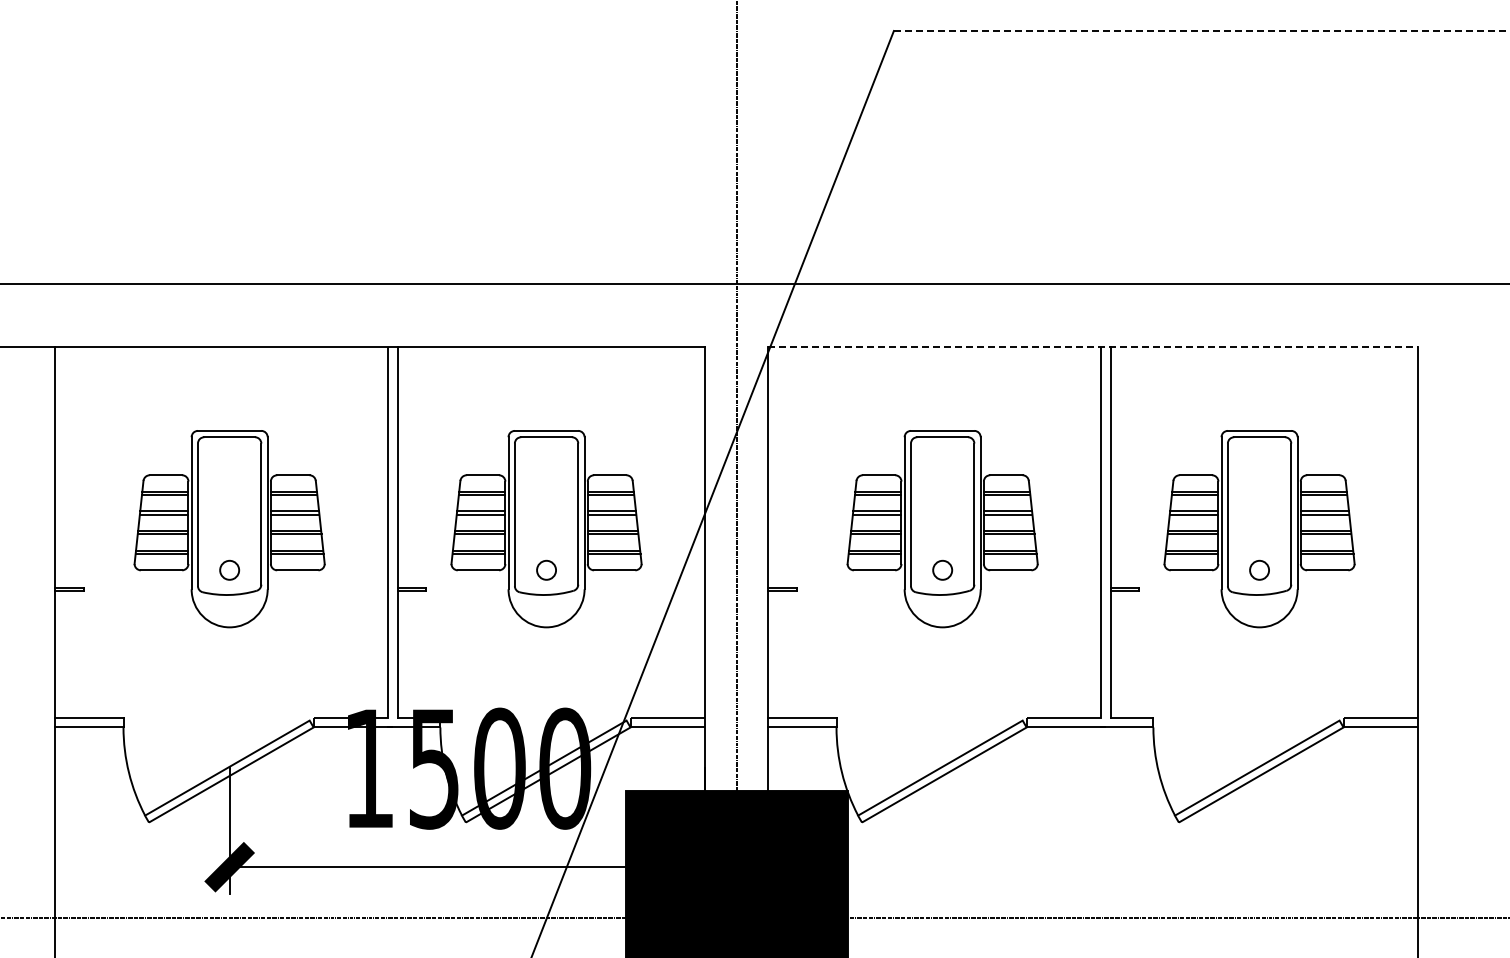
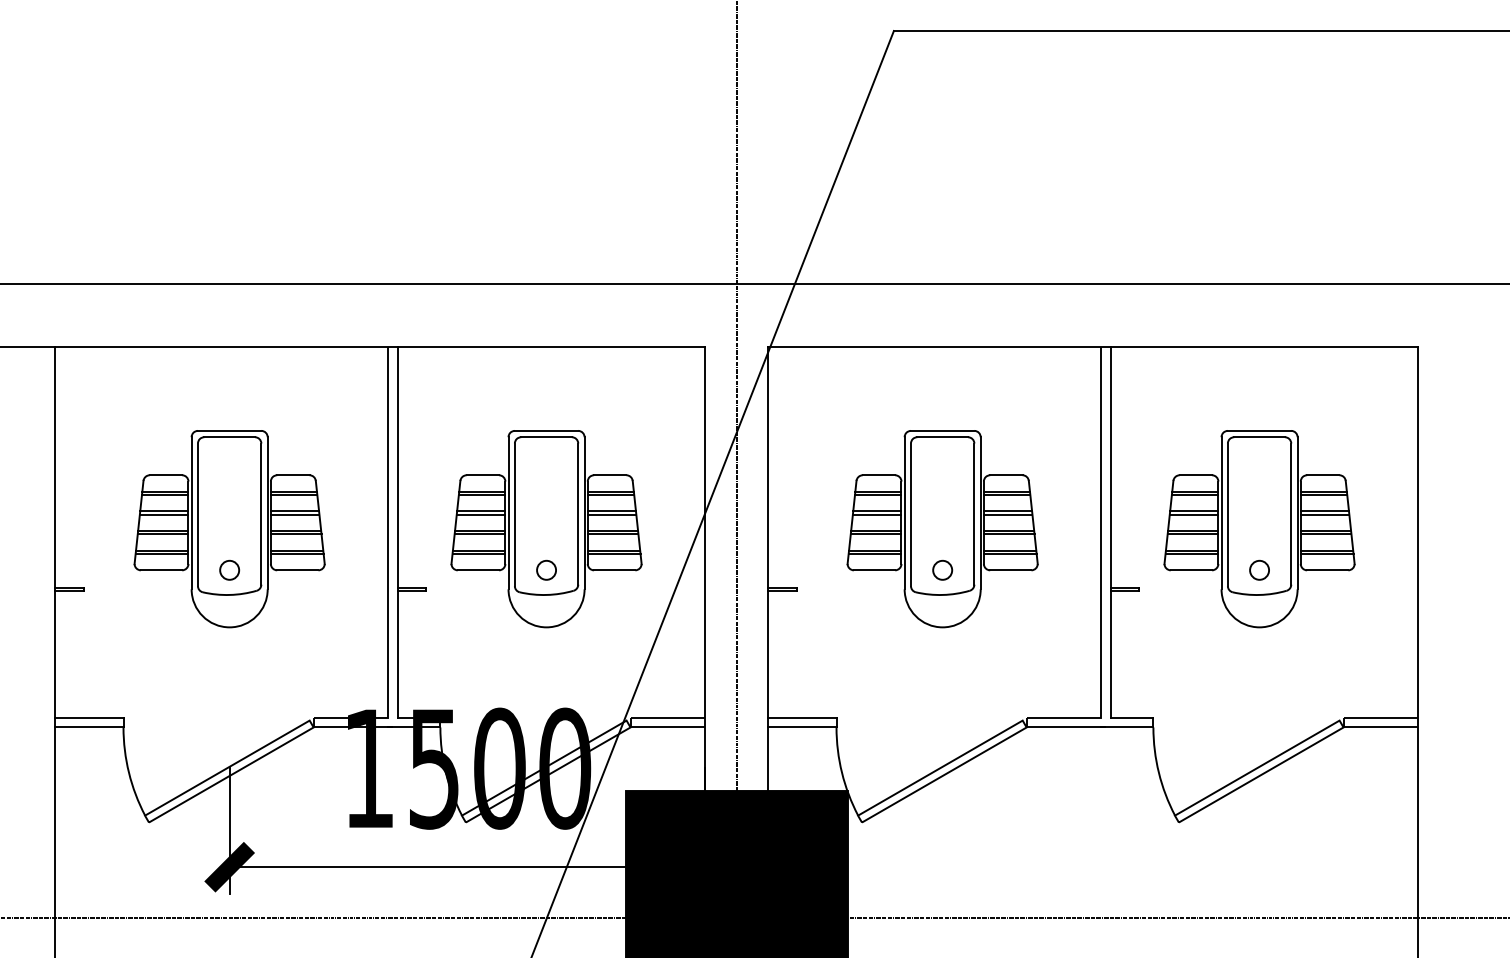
line at (1201, 31): dashed -> solid
line at (1093, 347): dashed -> solid
